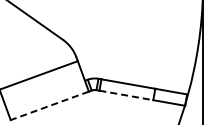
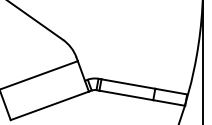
line at (126, 95): dashed -> solid
line at (49, 105): dashed -> solid
